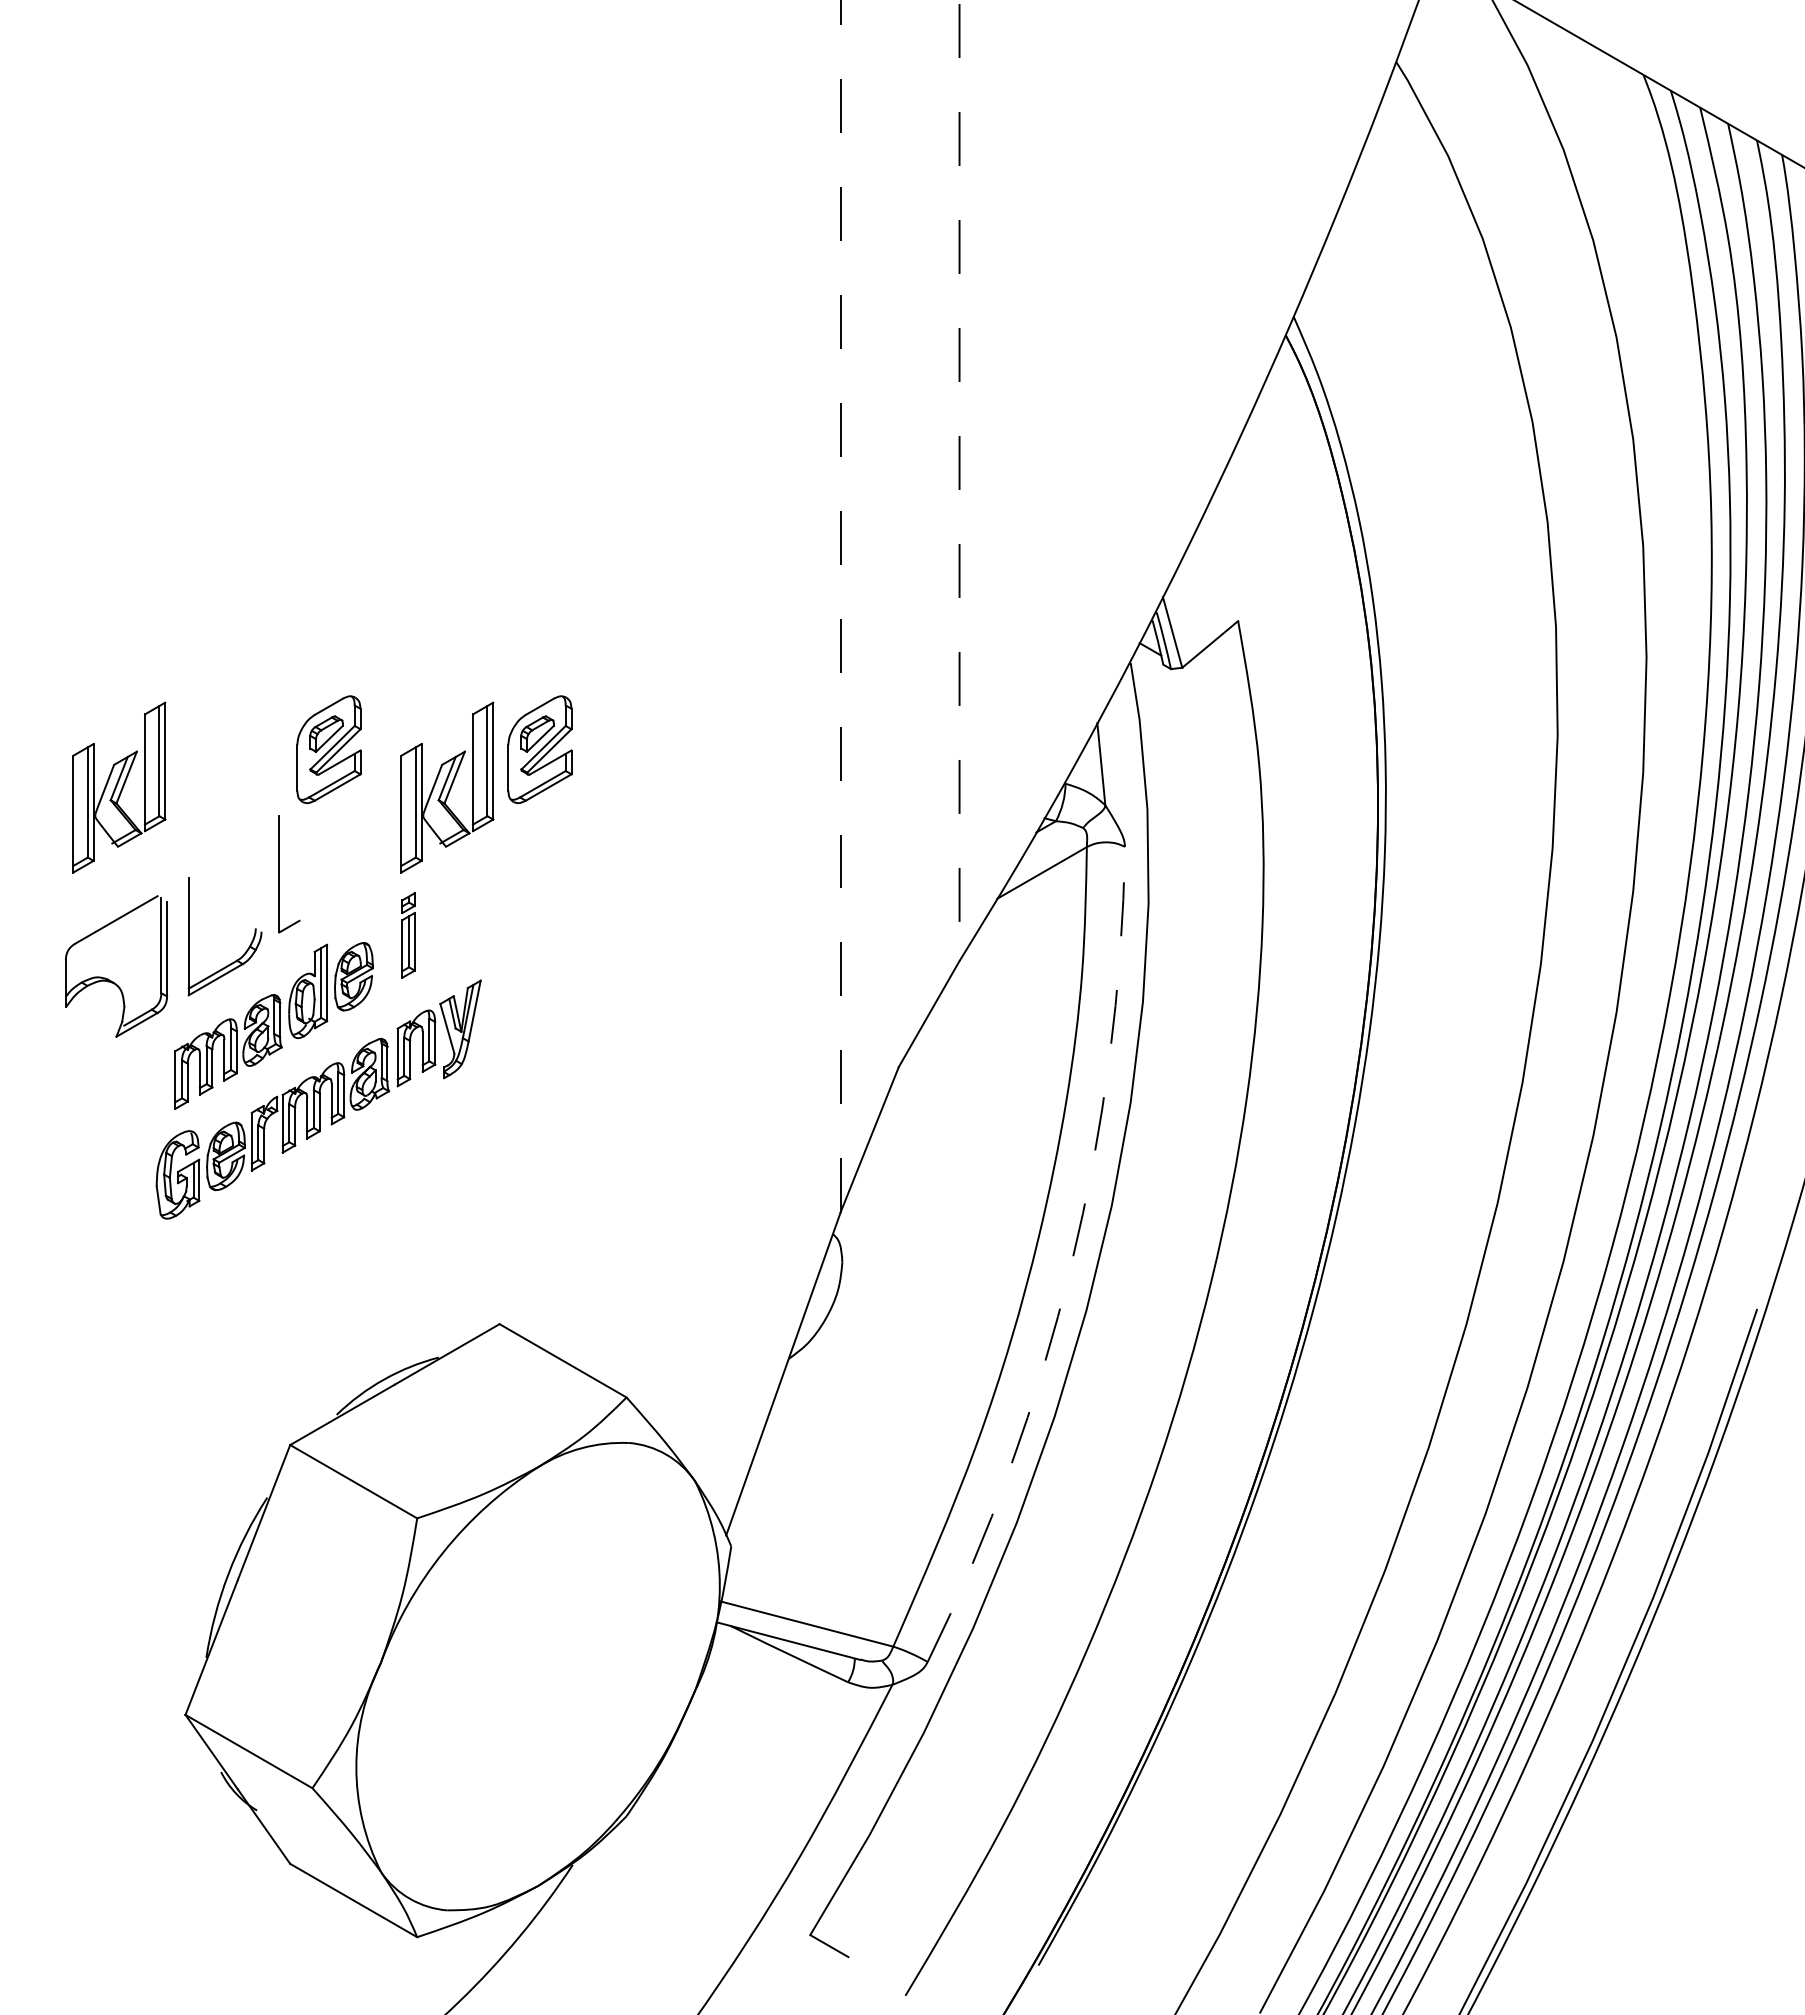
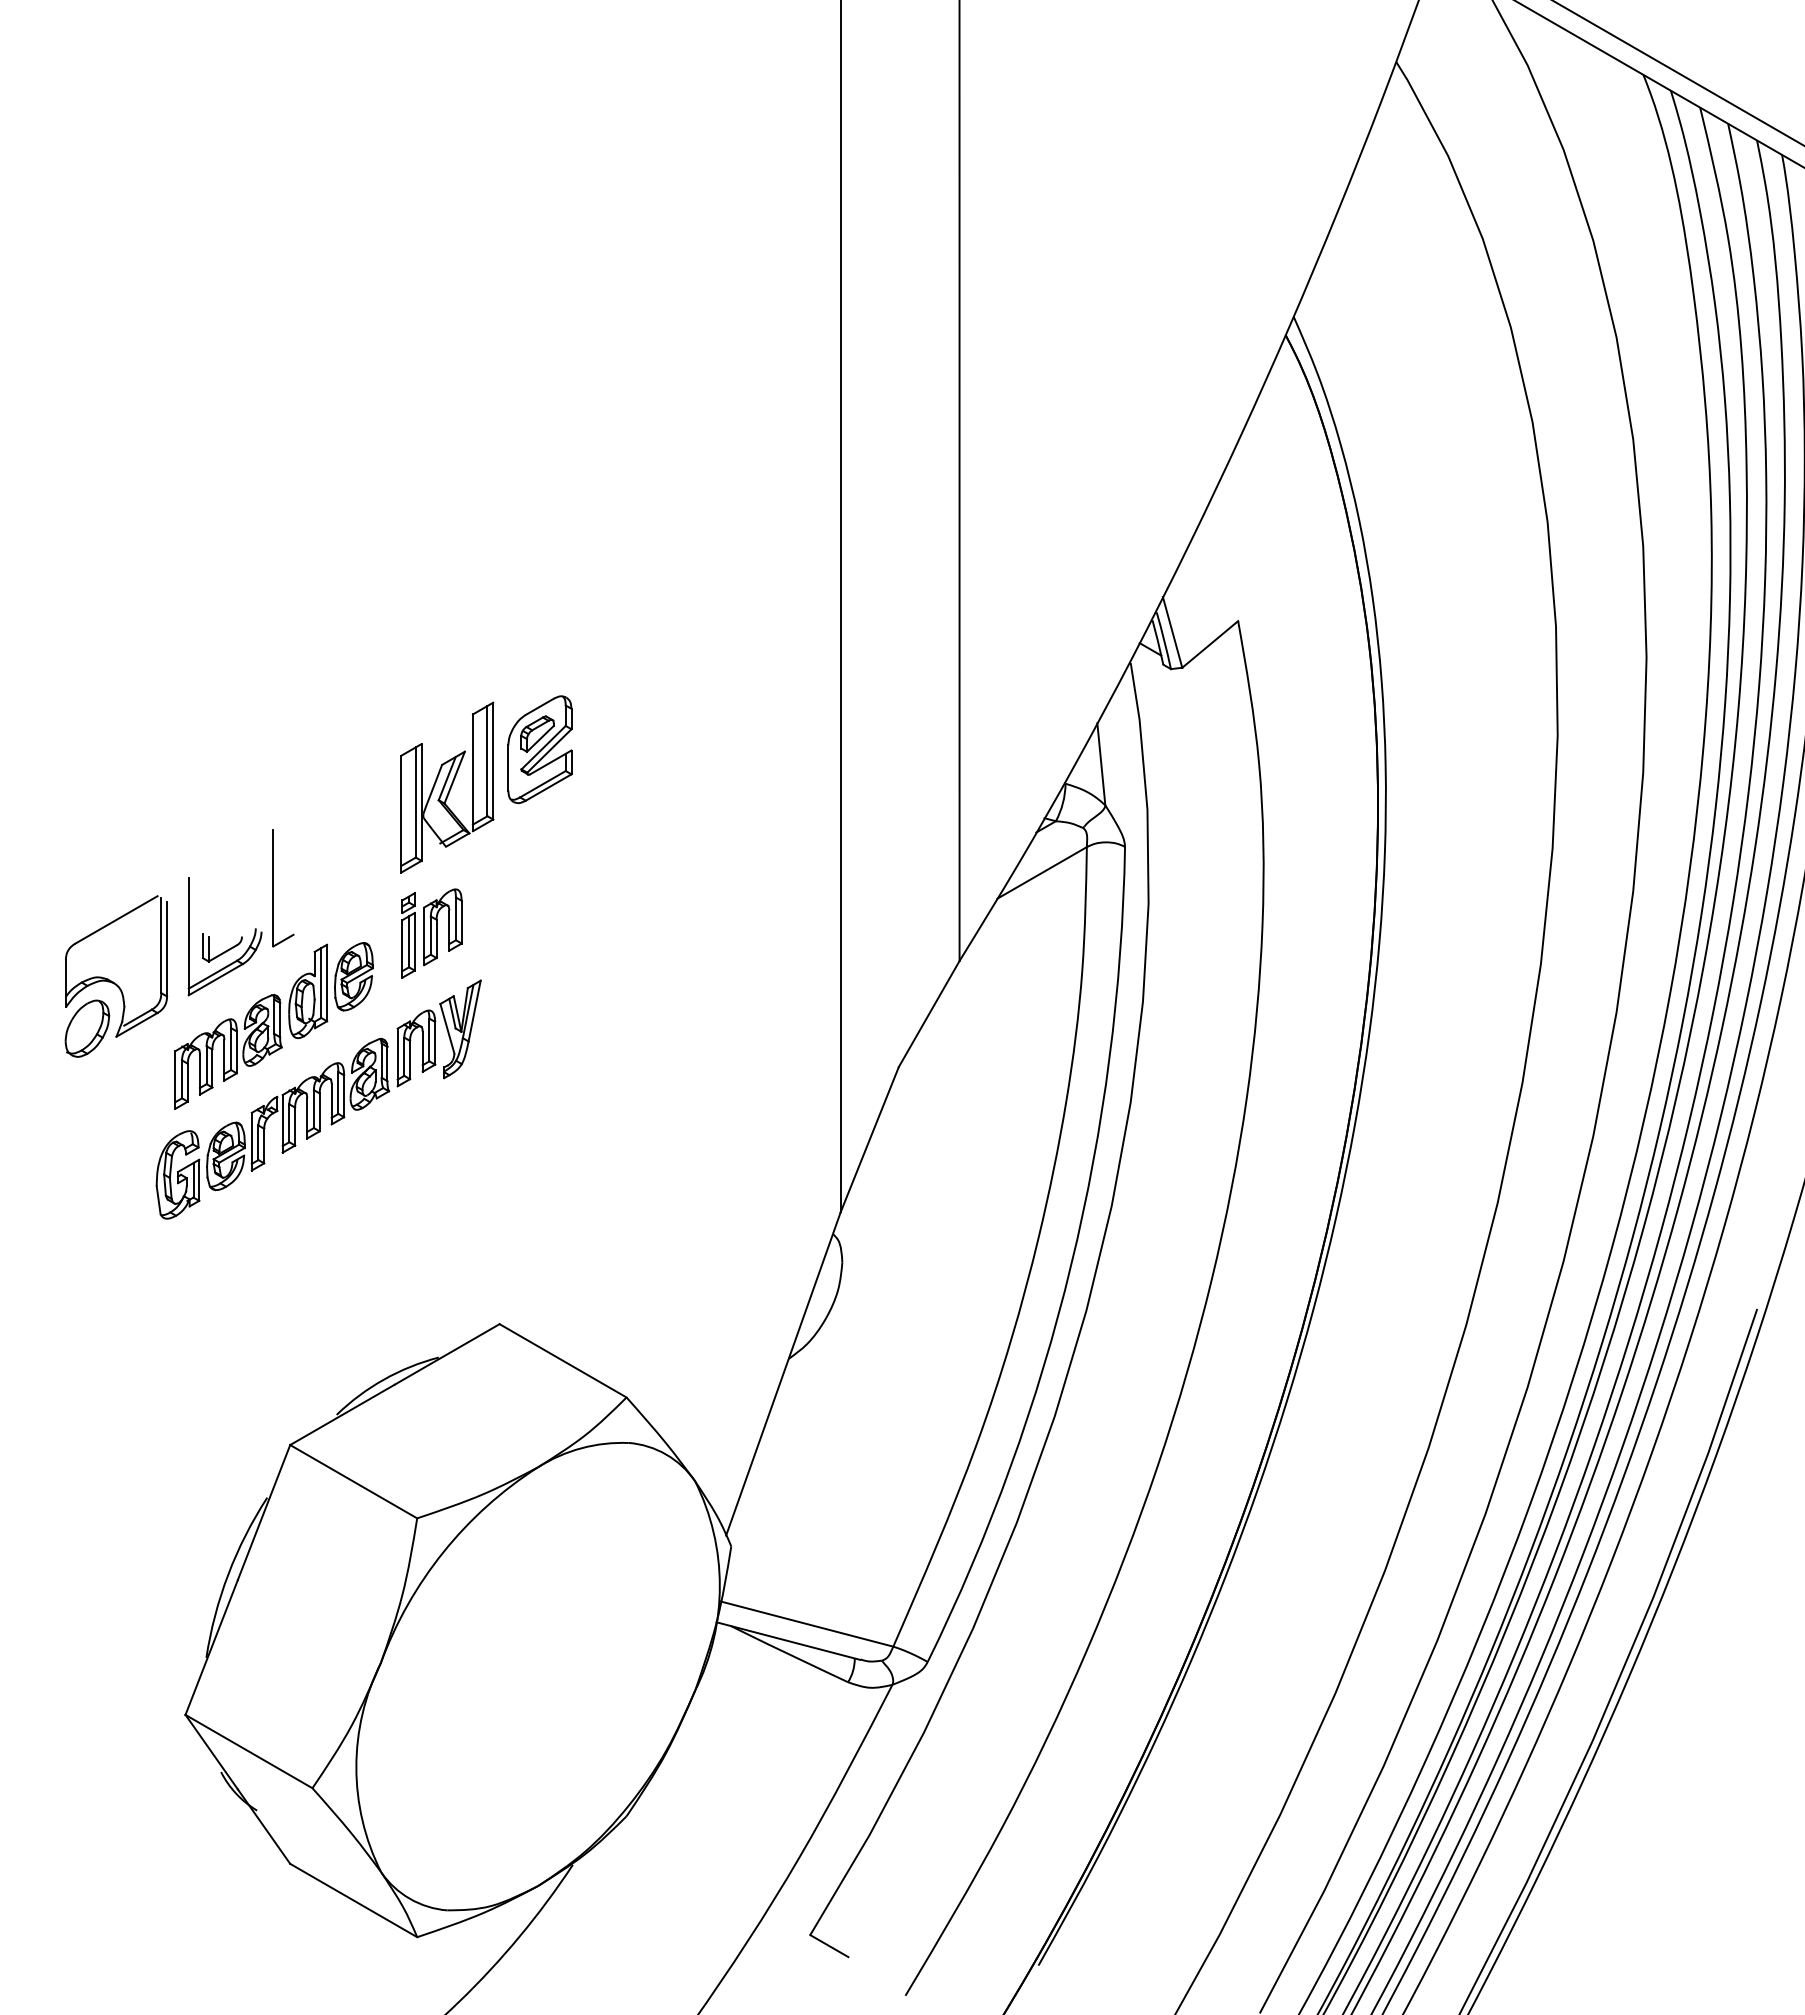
line at (1678, 73): none -> present
line at (959, 481): dashed -> solid
line at (840, 606): dashed -> solid
part at (328, 749): present -> none
part at (119, 787): present -> none
part at (279, 874) position: (279, 874) -> (273, 888)
part at (442, 927): none -> present
part at (222, 947): none -> present
part at (87, 1028): none -> present
arc at (1071, 1265): dashed -> solid
